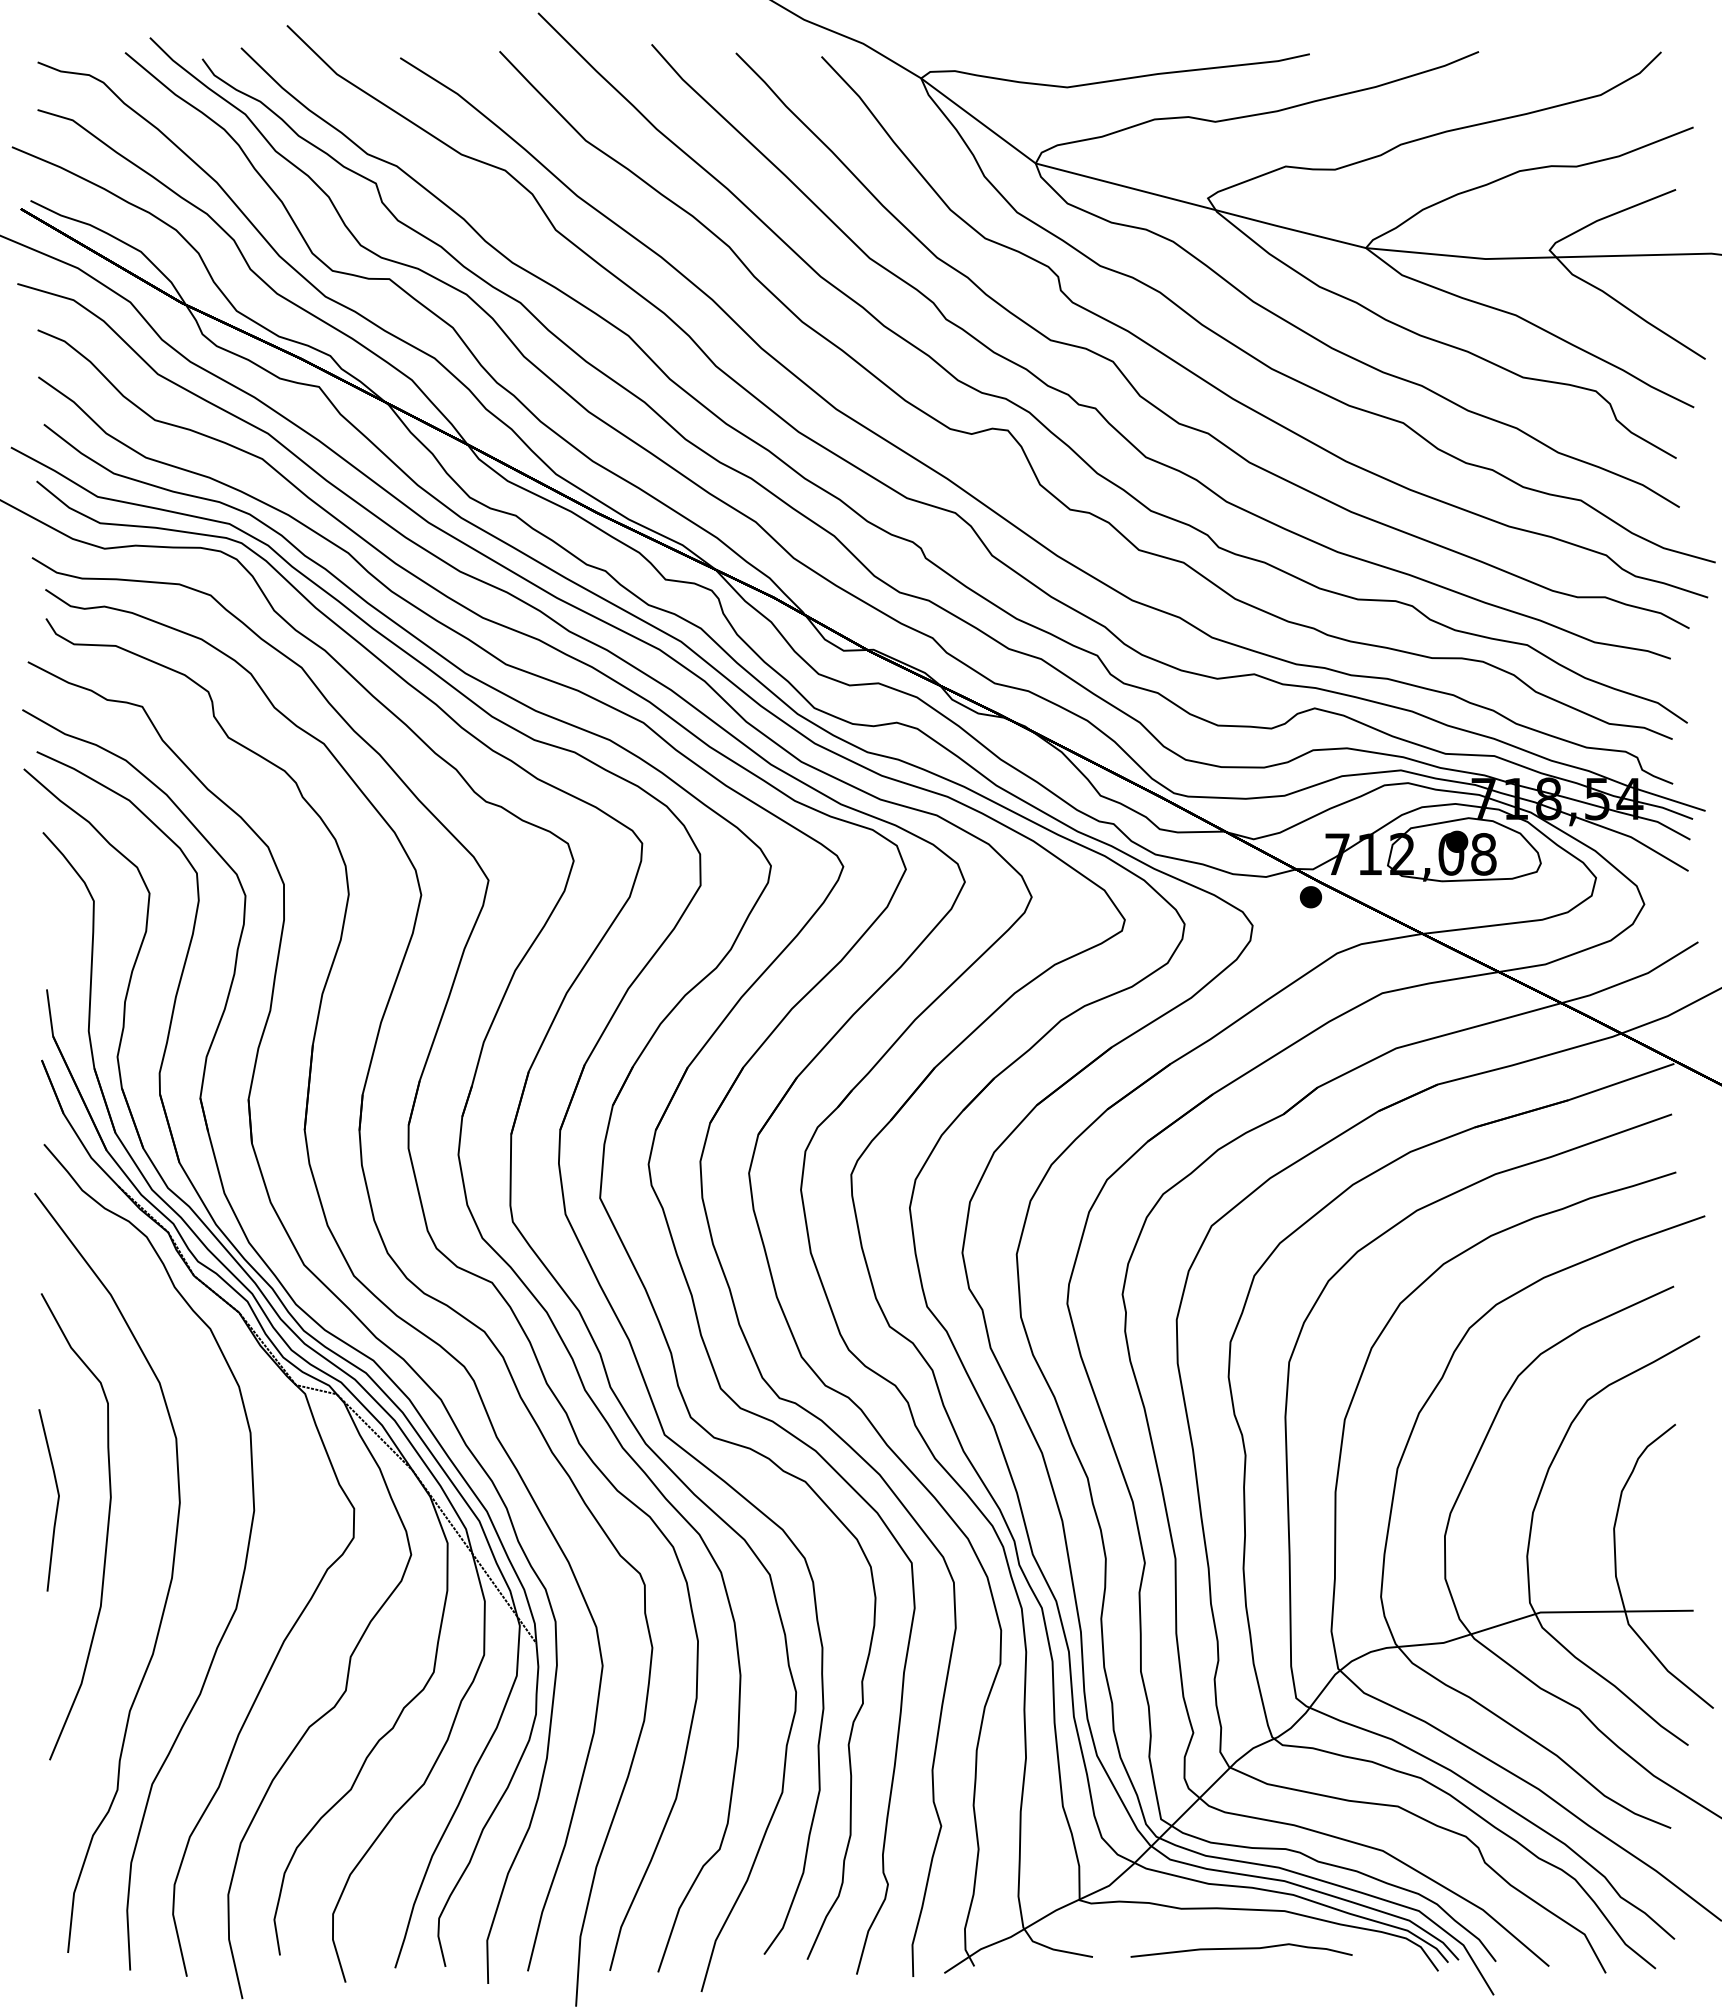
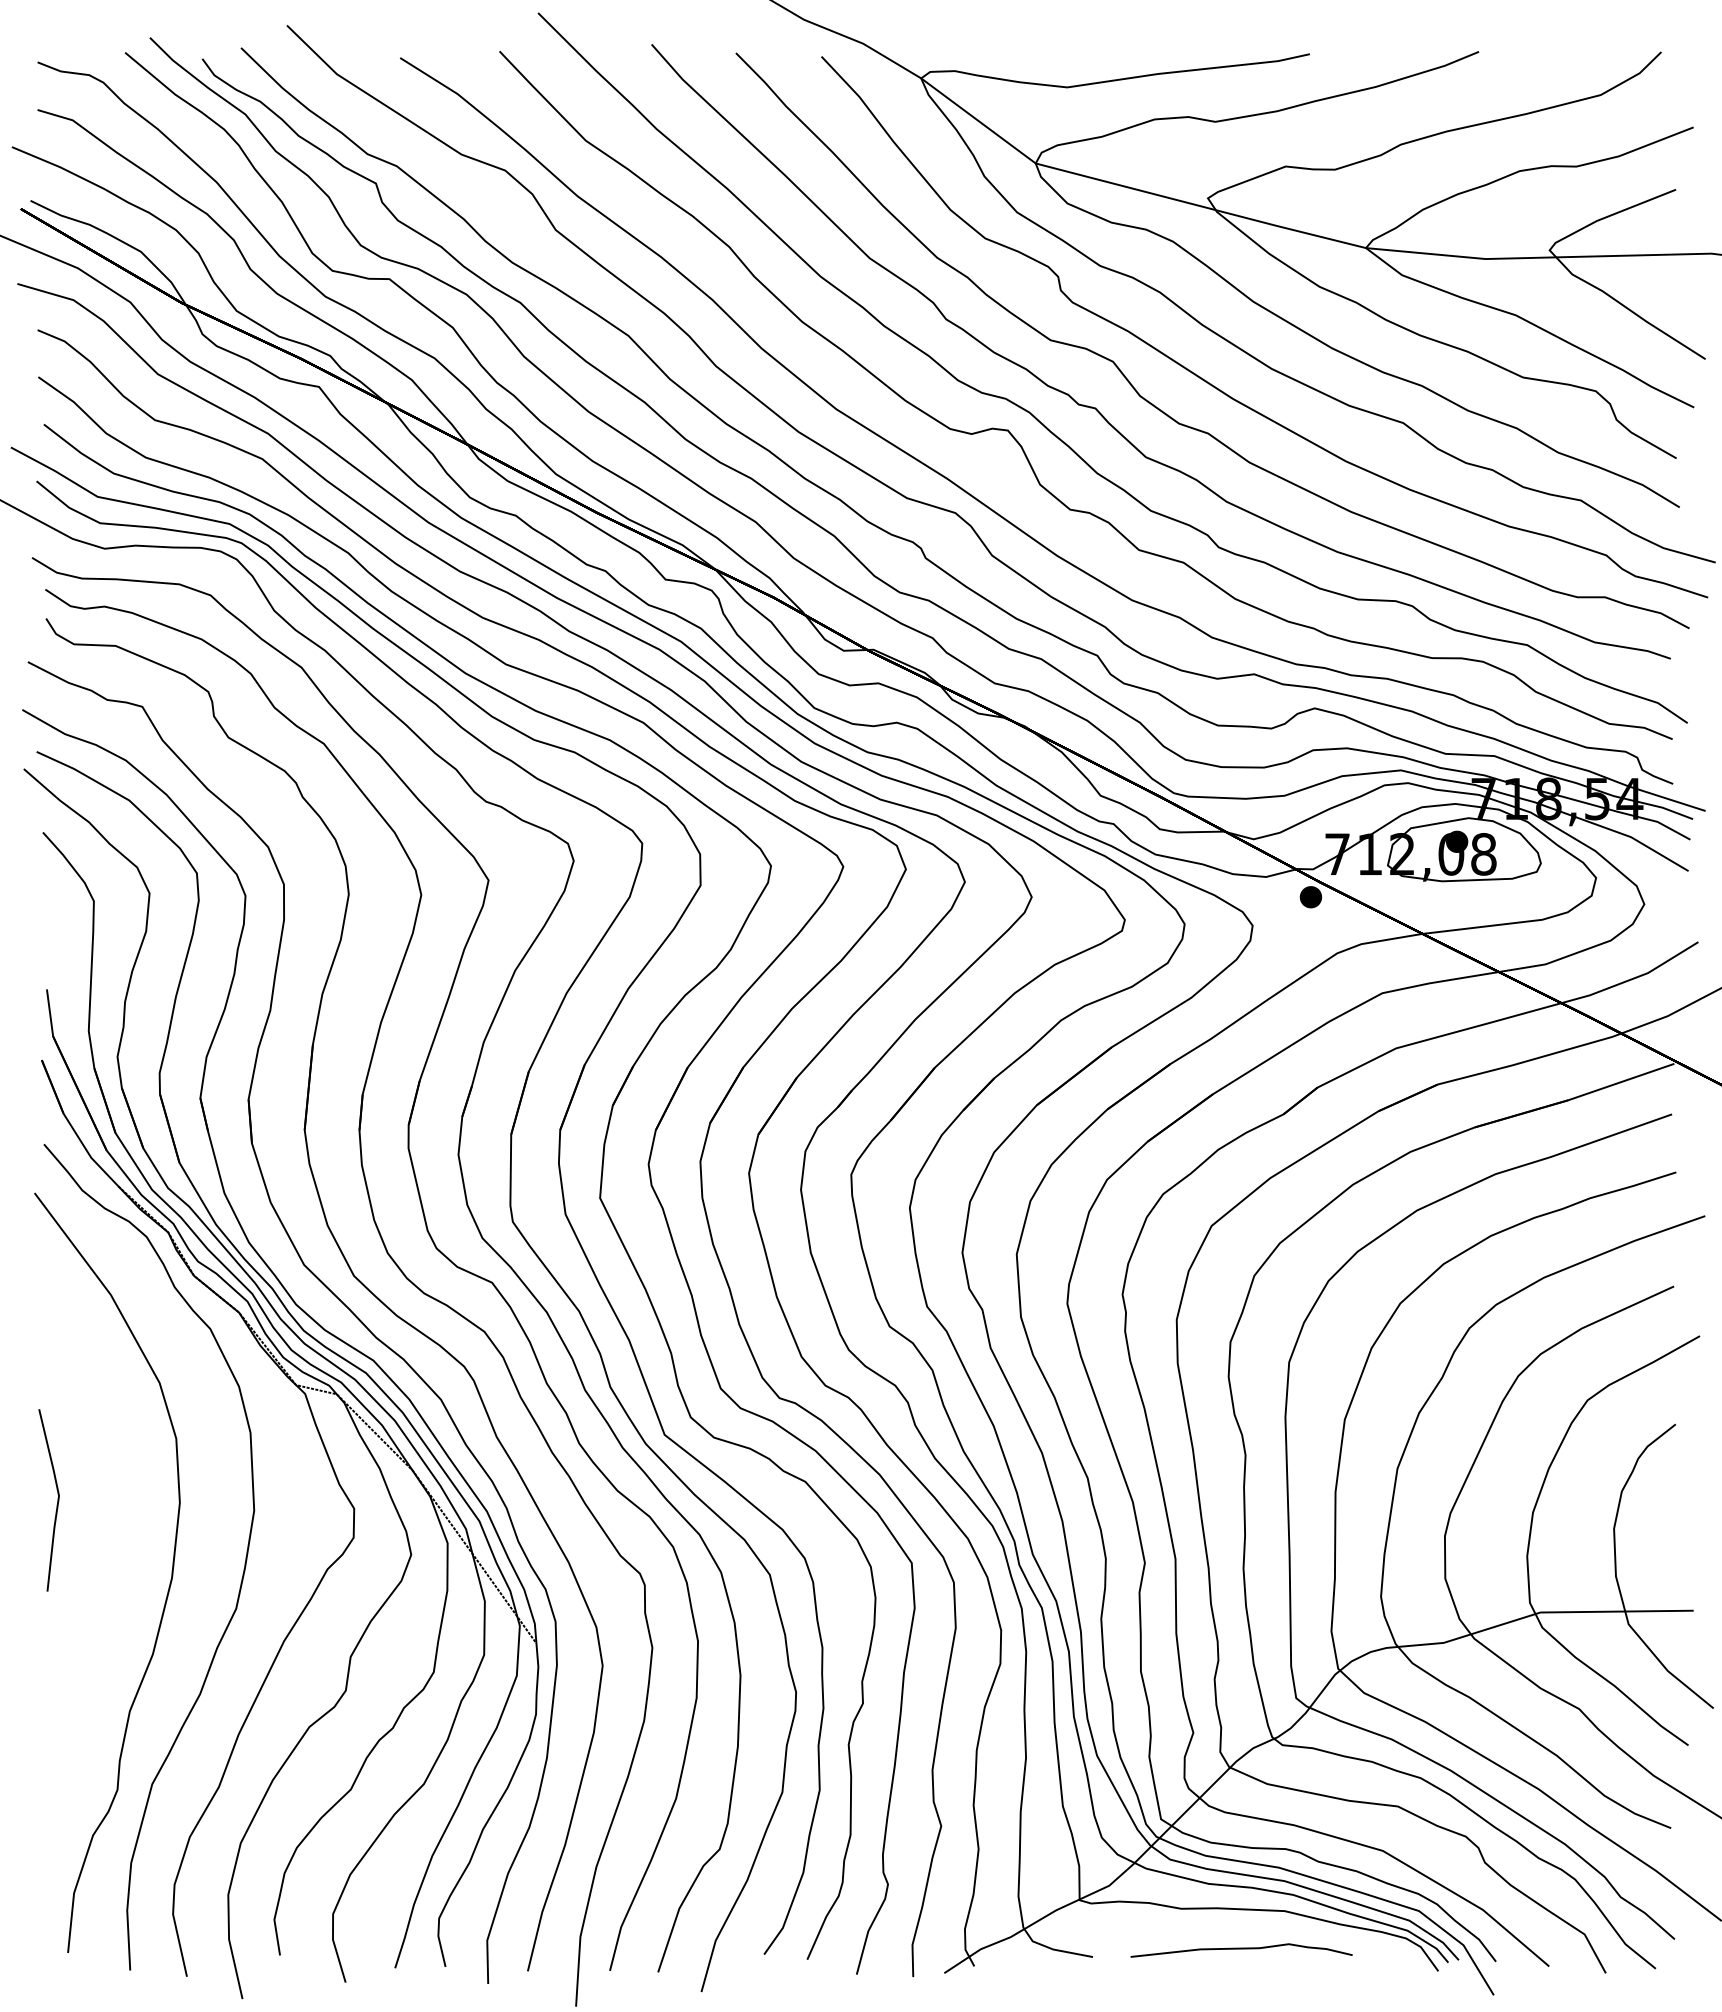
part at (106, 1531): present -> none
